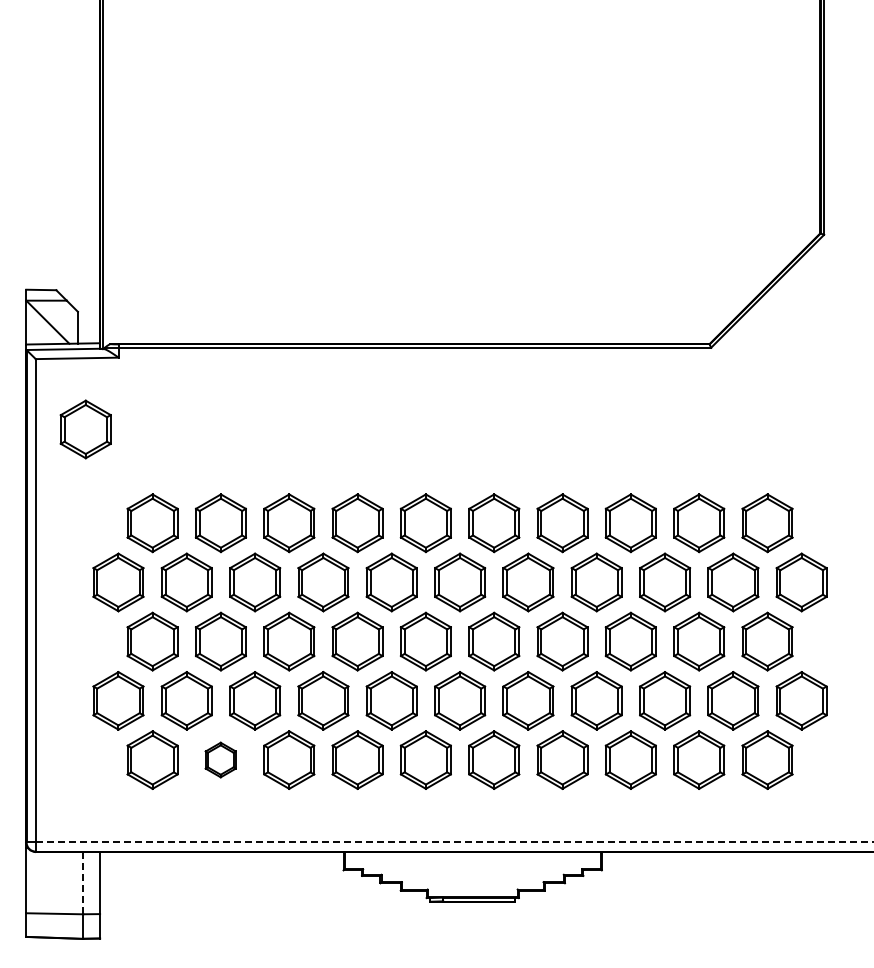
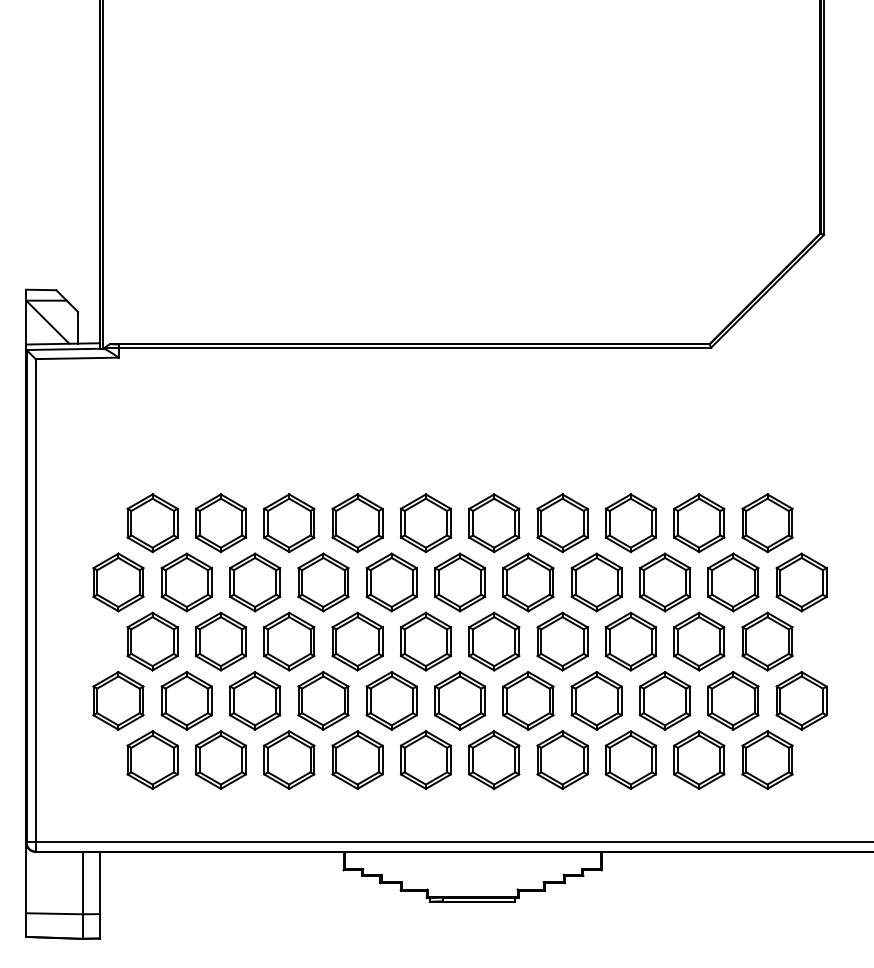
part at (85, 429): present -> none
part at (220, 759) size: 33x38 px -> 53x60 px
line at (454, 842): dashed -> solid
line at (83, 882): dashed -> solid
